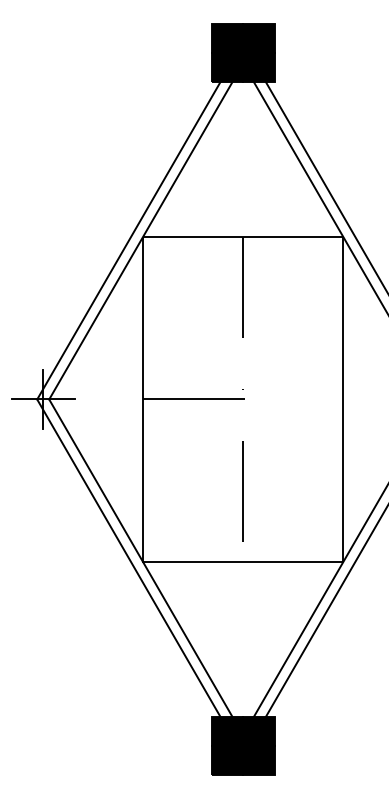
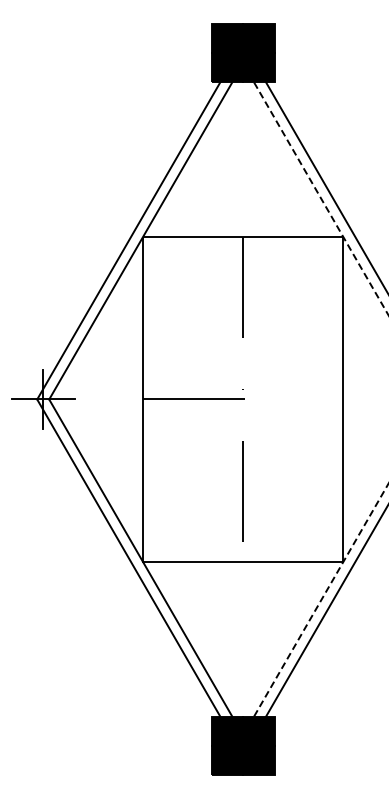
line at (316, 189): solid -> dashed
line at (316, 609): solid -> dashed
